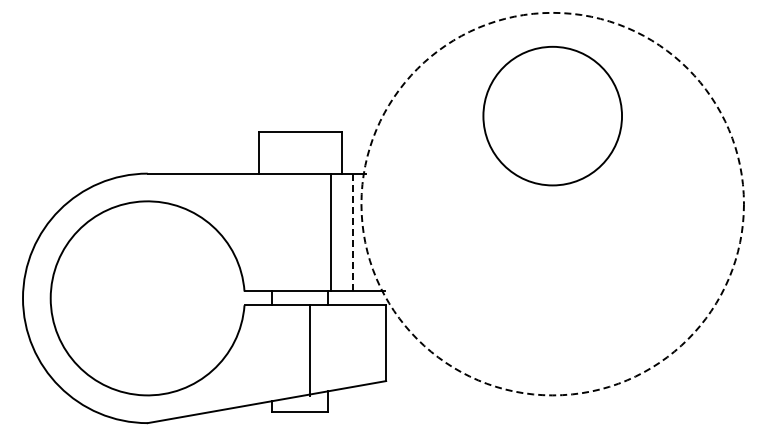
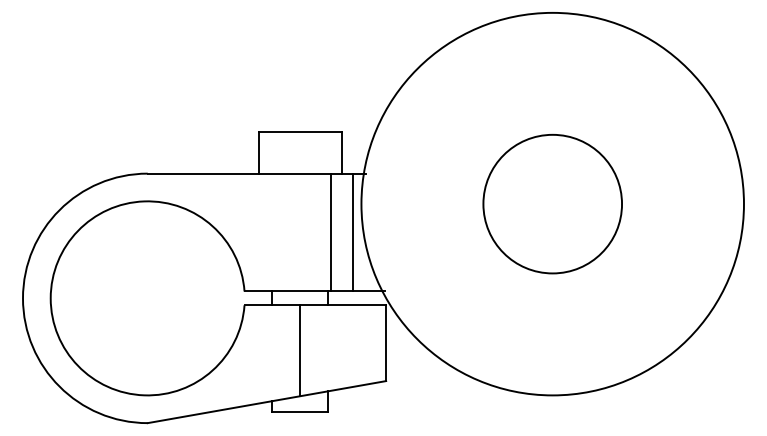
circle at (552, 116) position: (552, 116) -> (552, 204)
circle at (552, 203): dashed -> solid
line at (353, 232): dashed -> solid
line at (310, 350) position: (310, 350) -> (300, 350)
